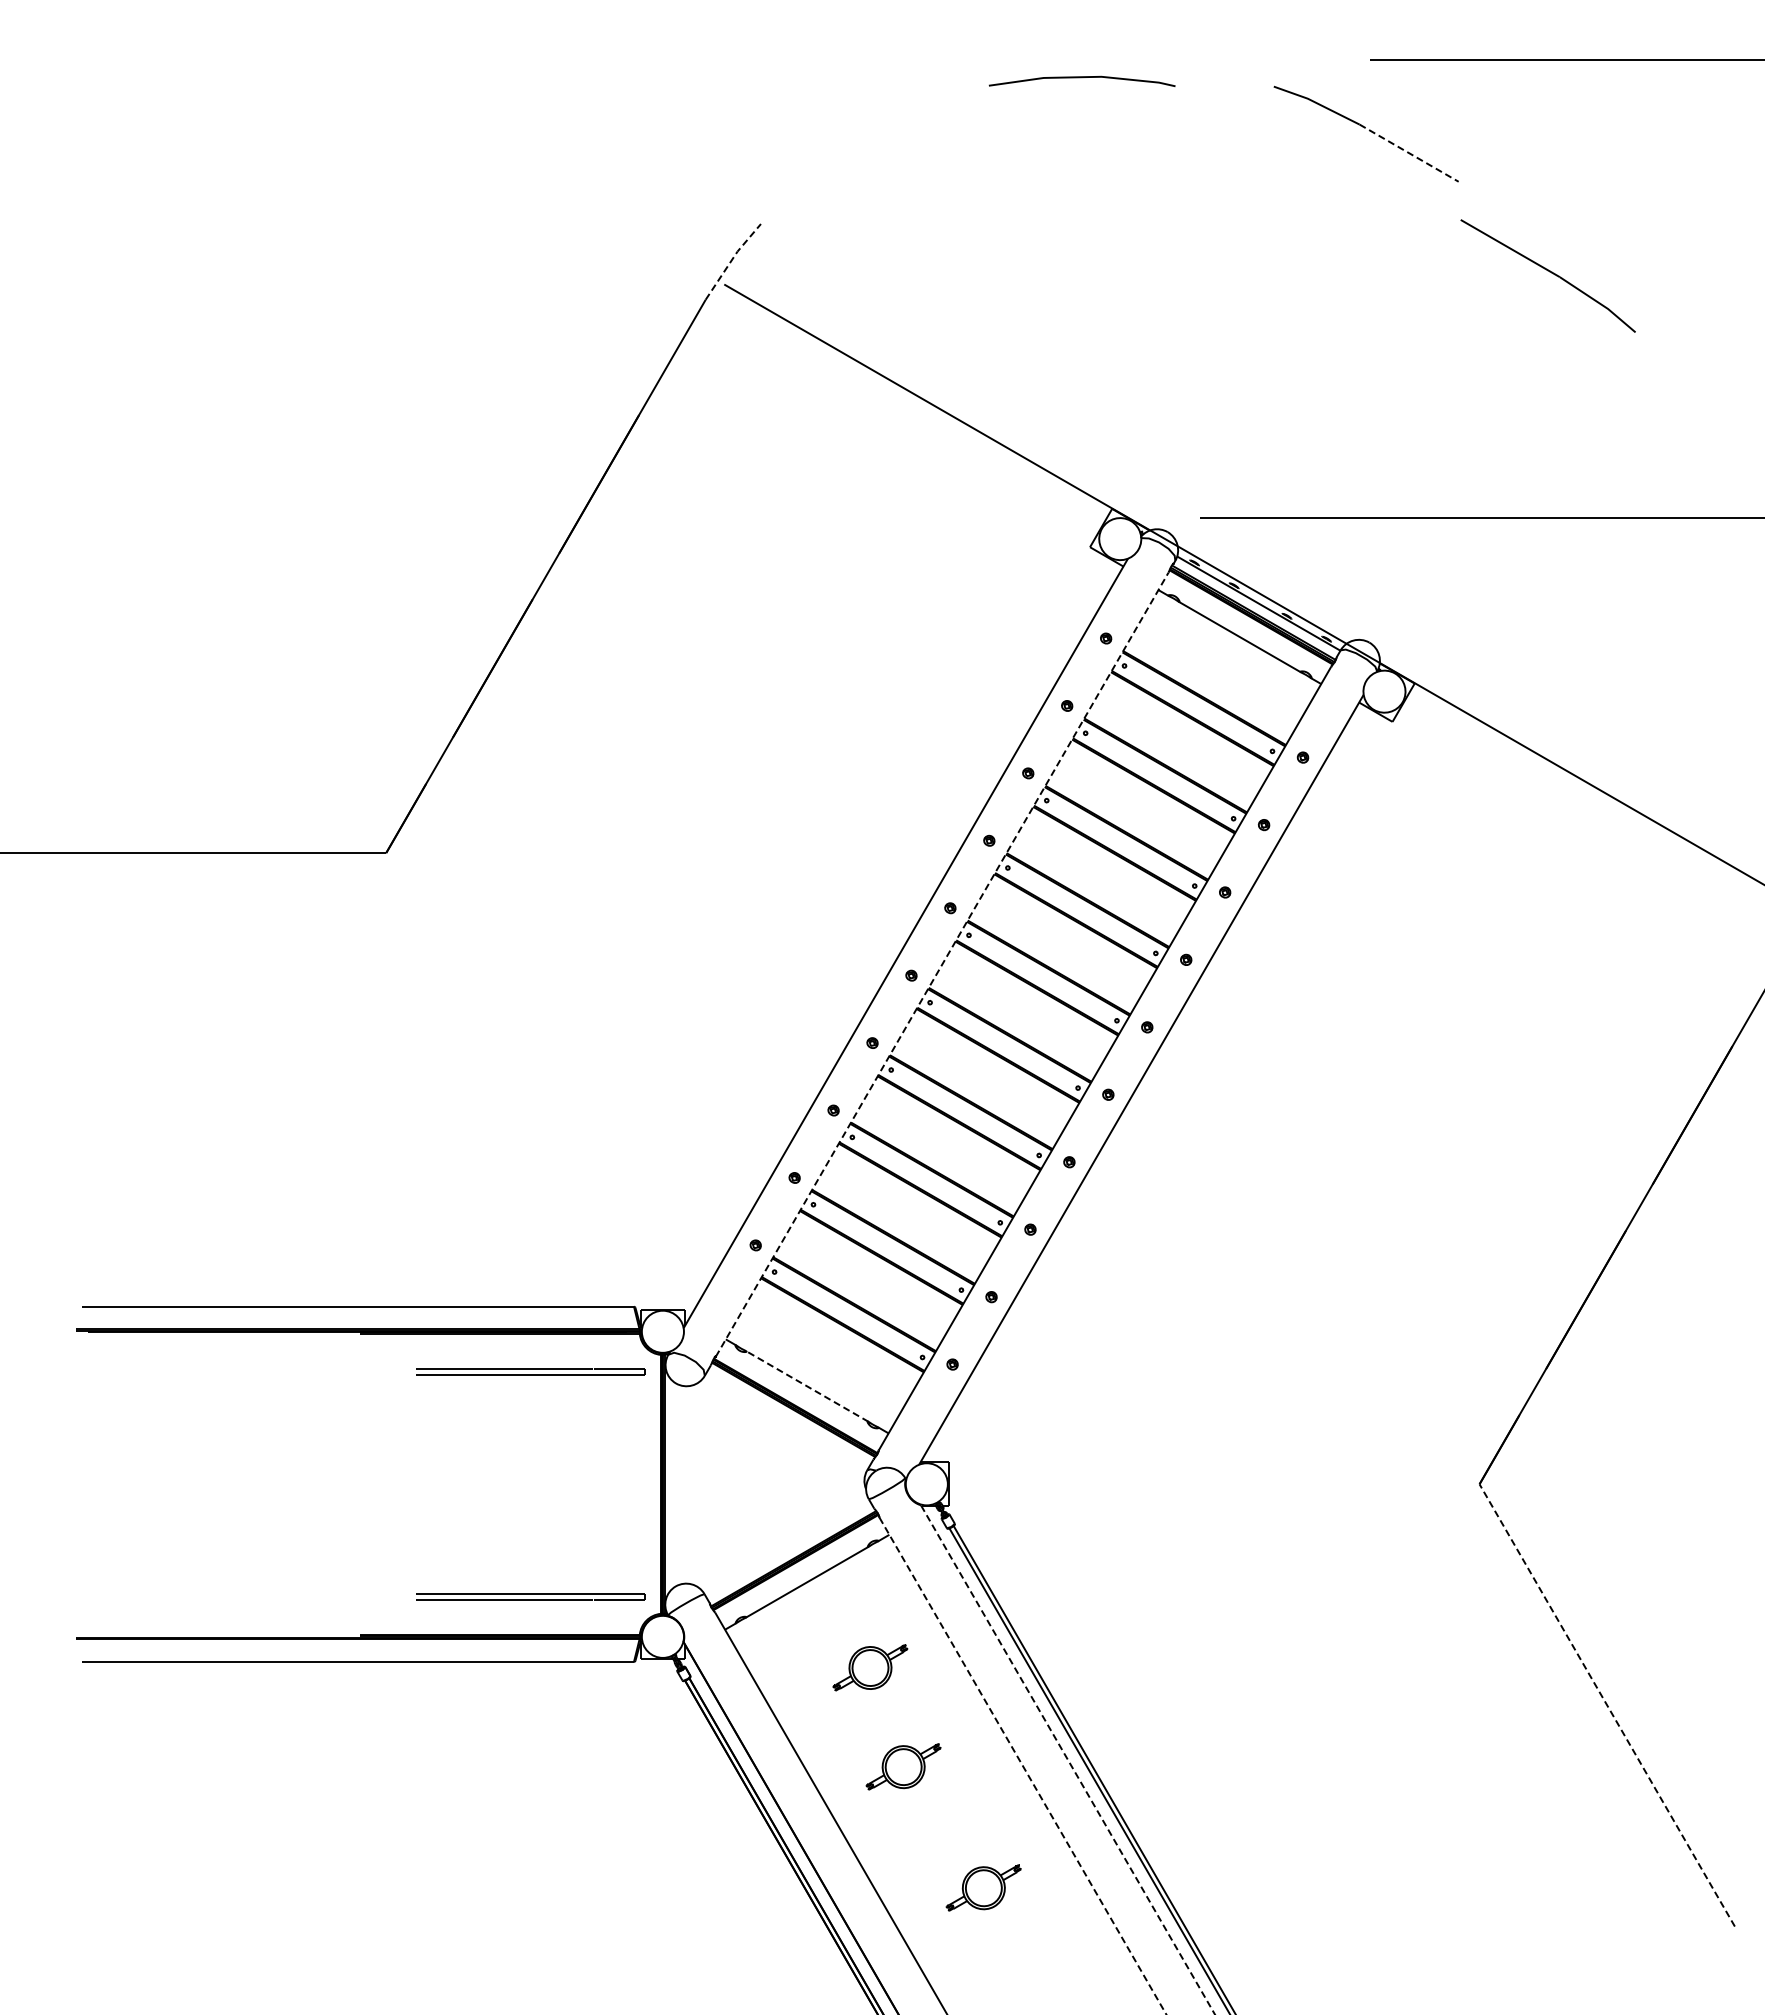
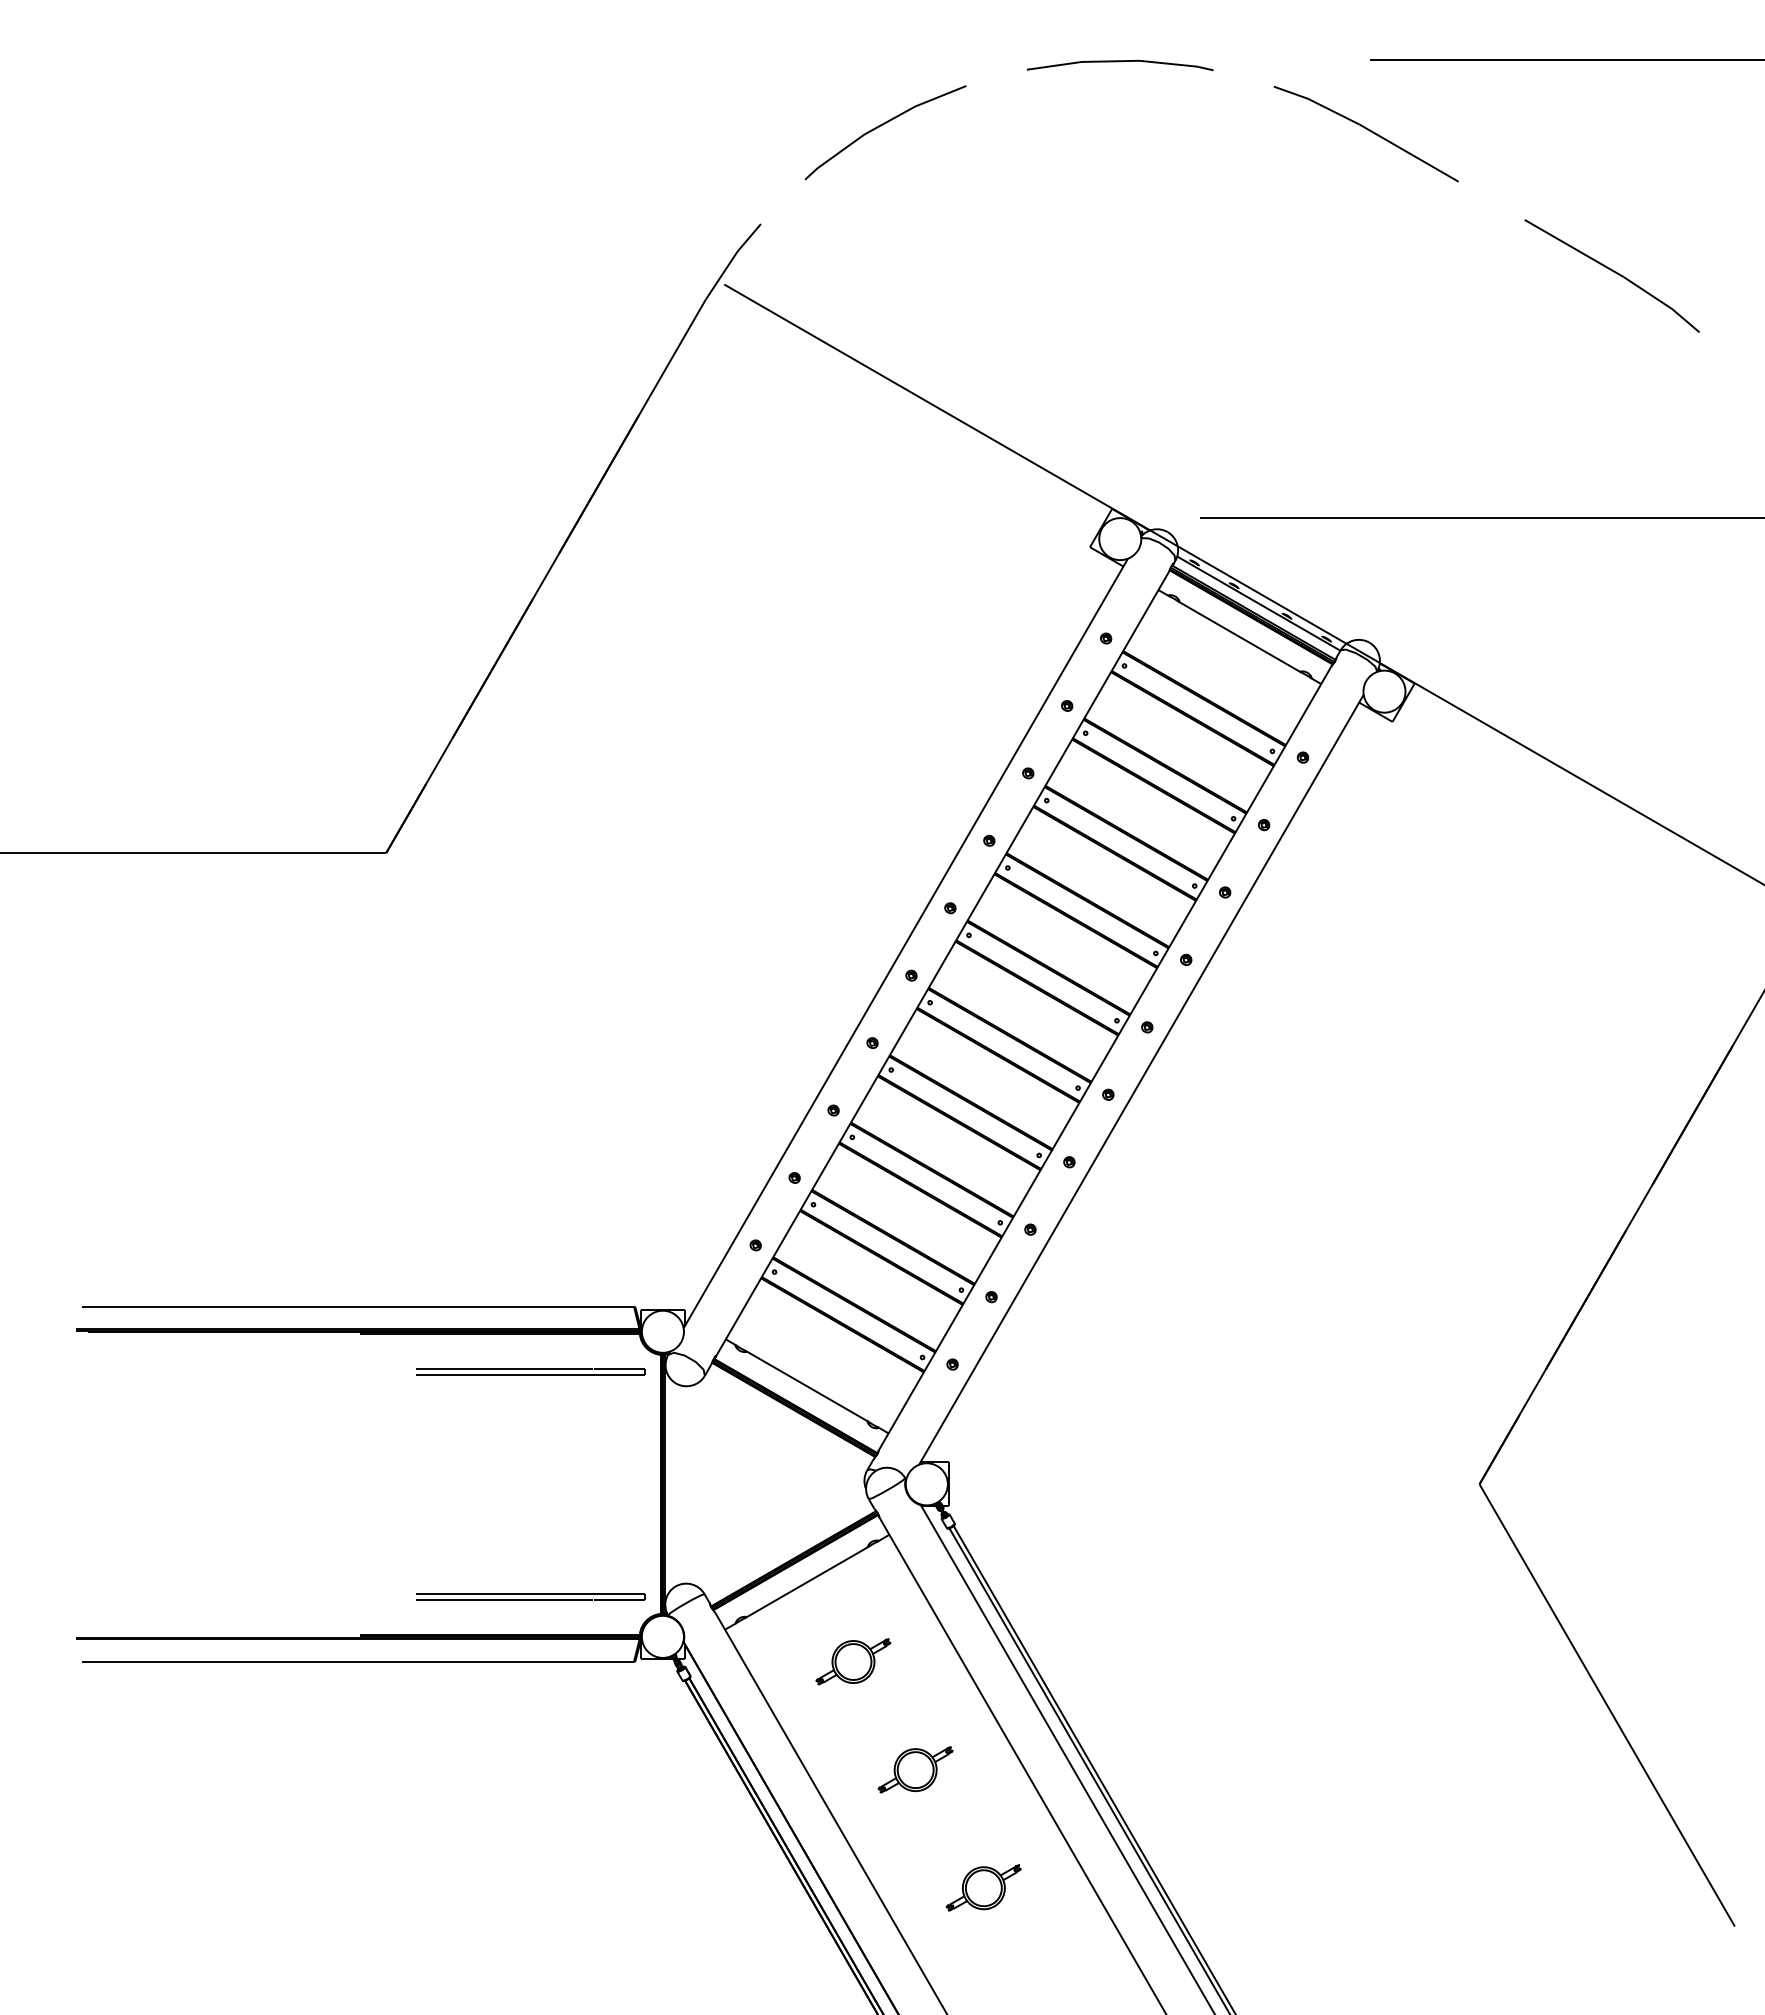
line at (1081, 78) position: (1081, 78) -> (1119, 62)
line at (881, 126): none -> present
line at (1409, 153): dashed -> solid
line at (732, 259): dashed -> solid
part at (1547, 275) position: (1547, 275) -> (1611, 275)
line at (942, 964): dashed -> solid
line at (807, 1386): dashed -> solid
part at (870, 1667) position: (870, 1667) -> (853, 1661)
line at (1606, 1705): dashed -> solid
line at (1067, 1759): dashed -> solid
part at (903, 1766) position: (903, 1766) -> (915, 1769)
line at (1022, 1766): dashed -> solid
